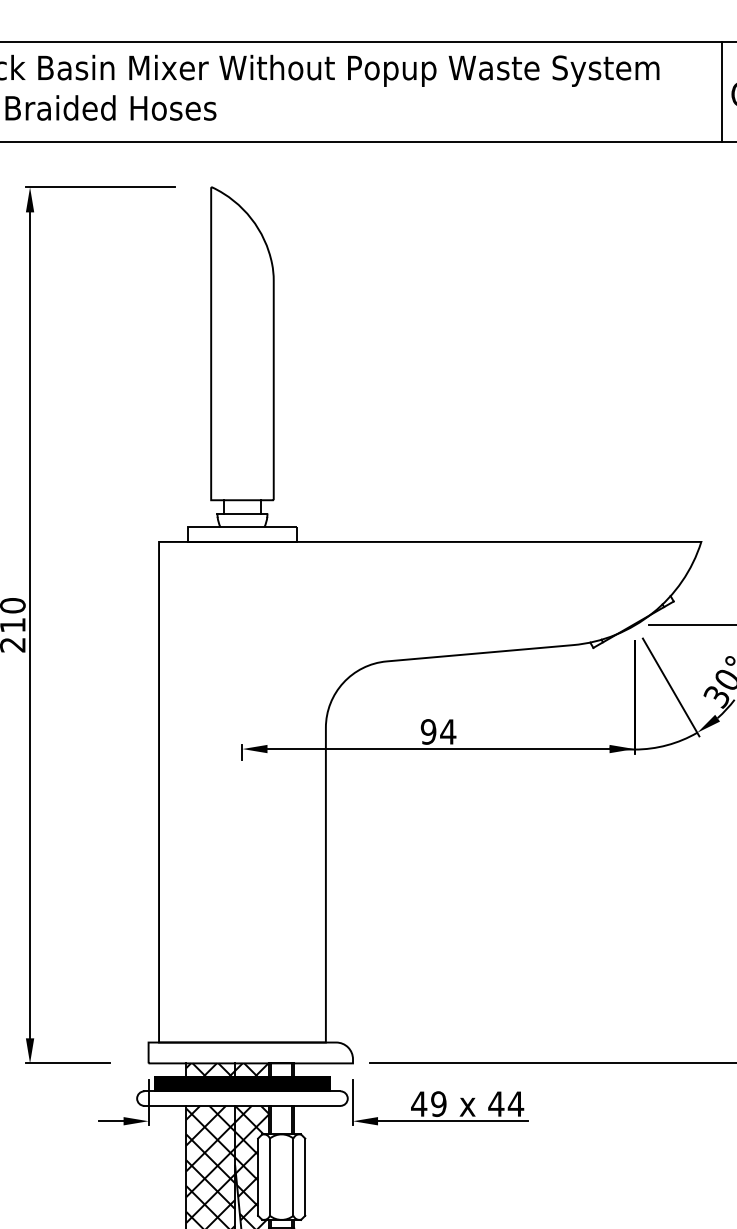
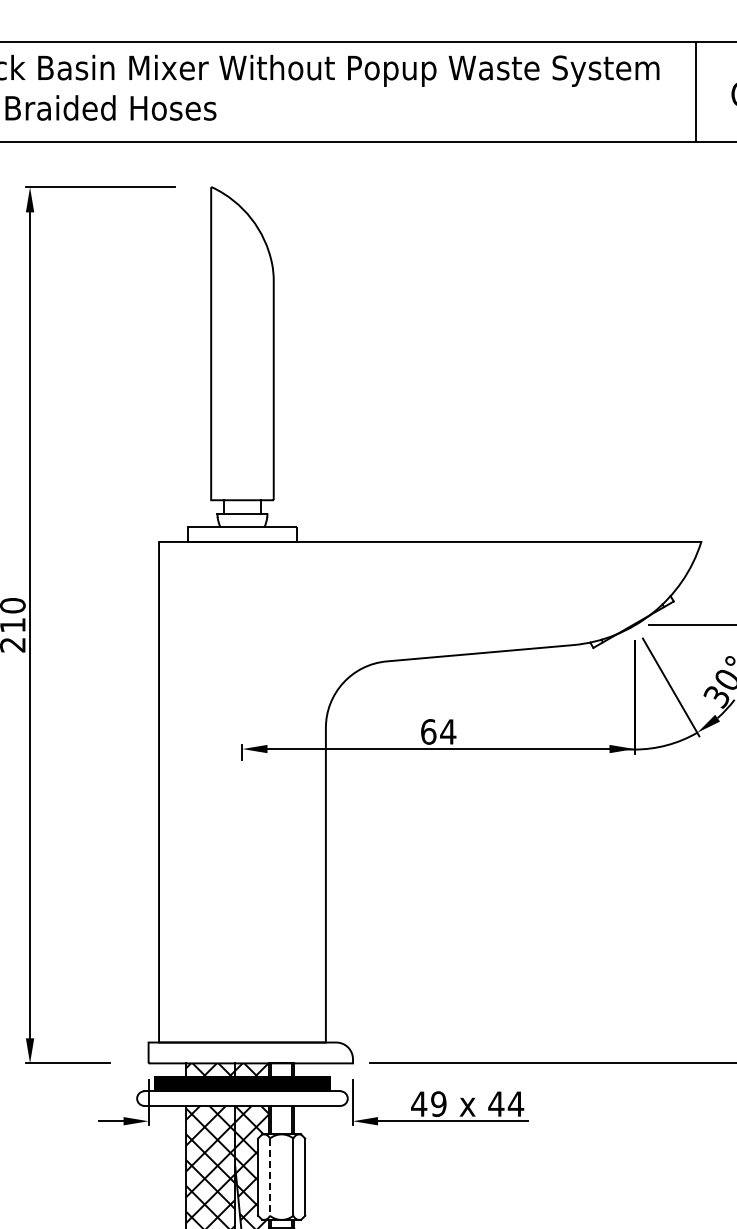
line at (722, 91) position: (722, 91) -> (696, 91)
text at (428, 731): 94 -> 64
line at (269, 1177): solid -> dashed
